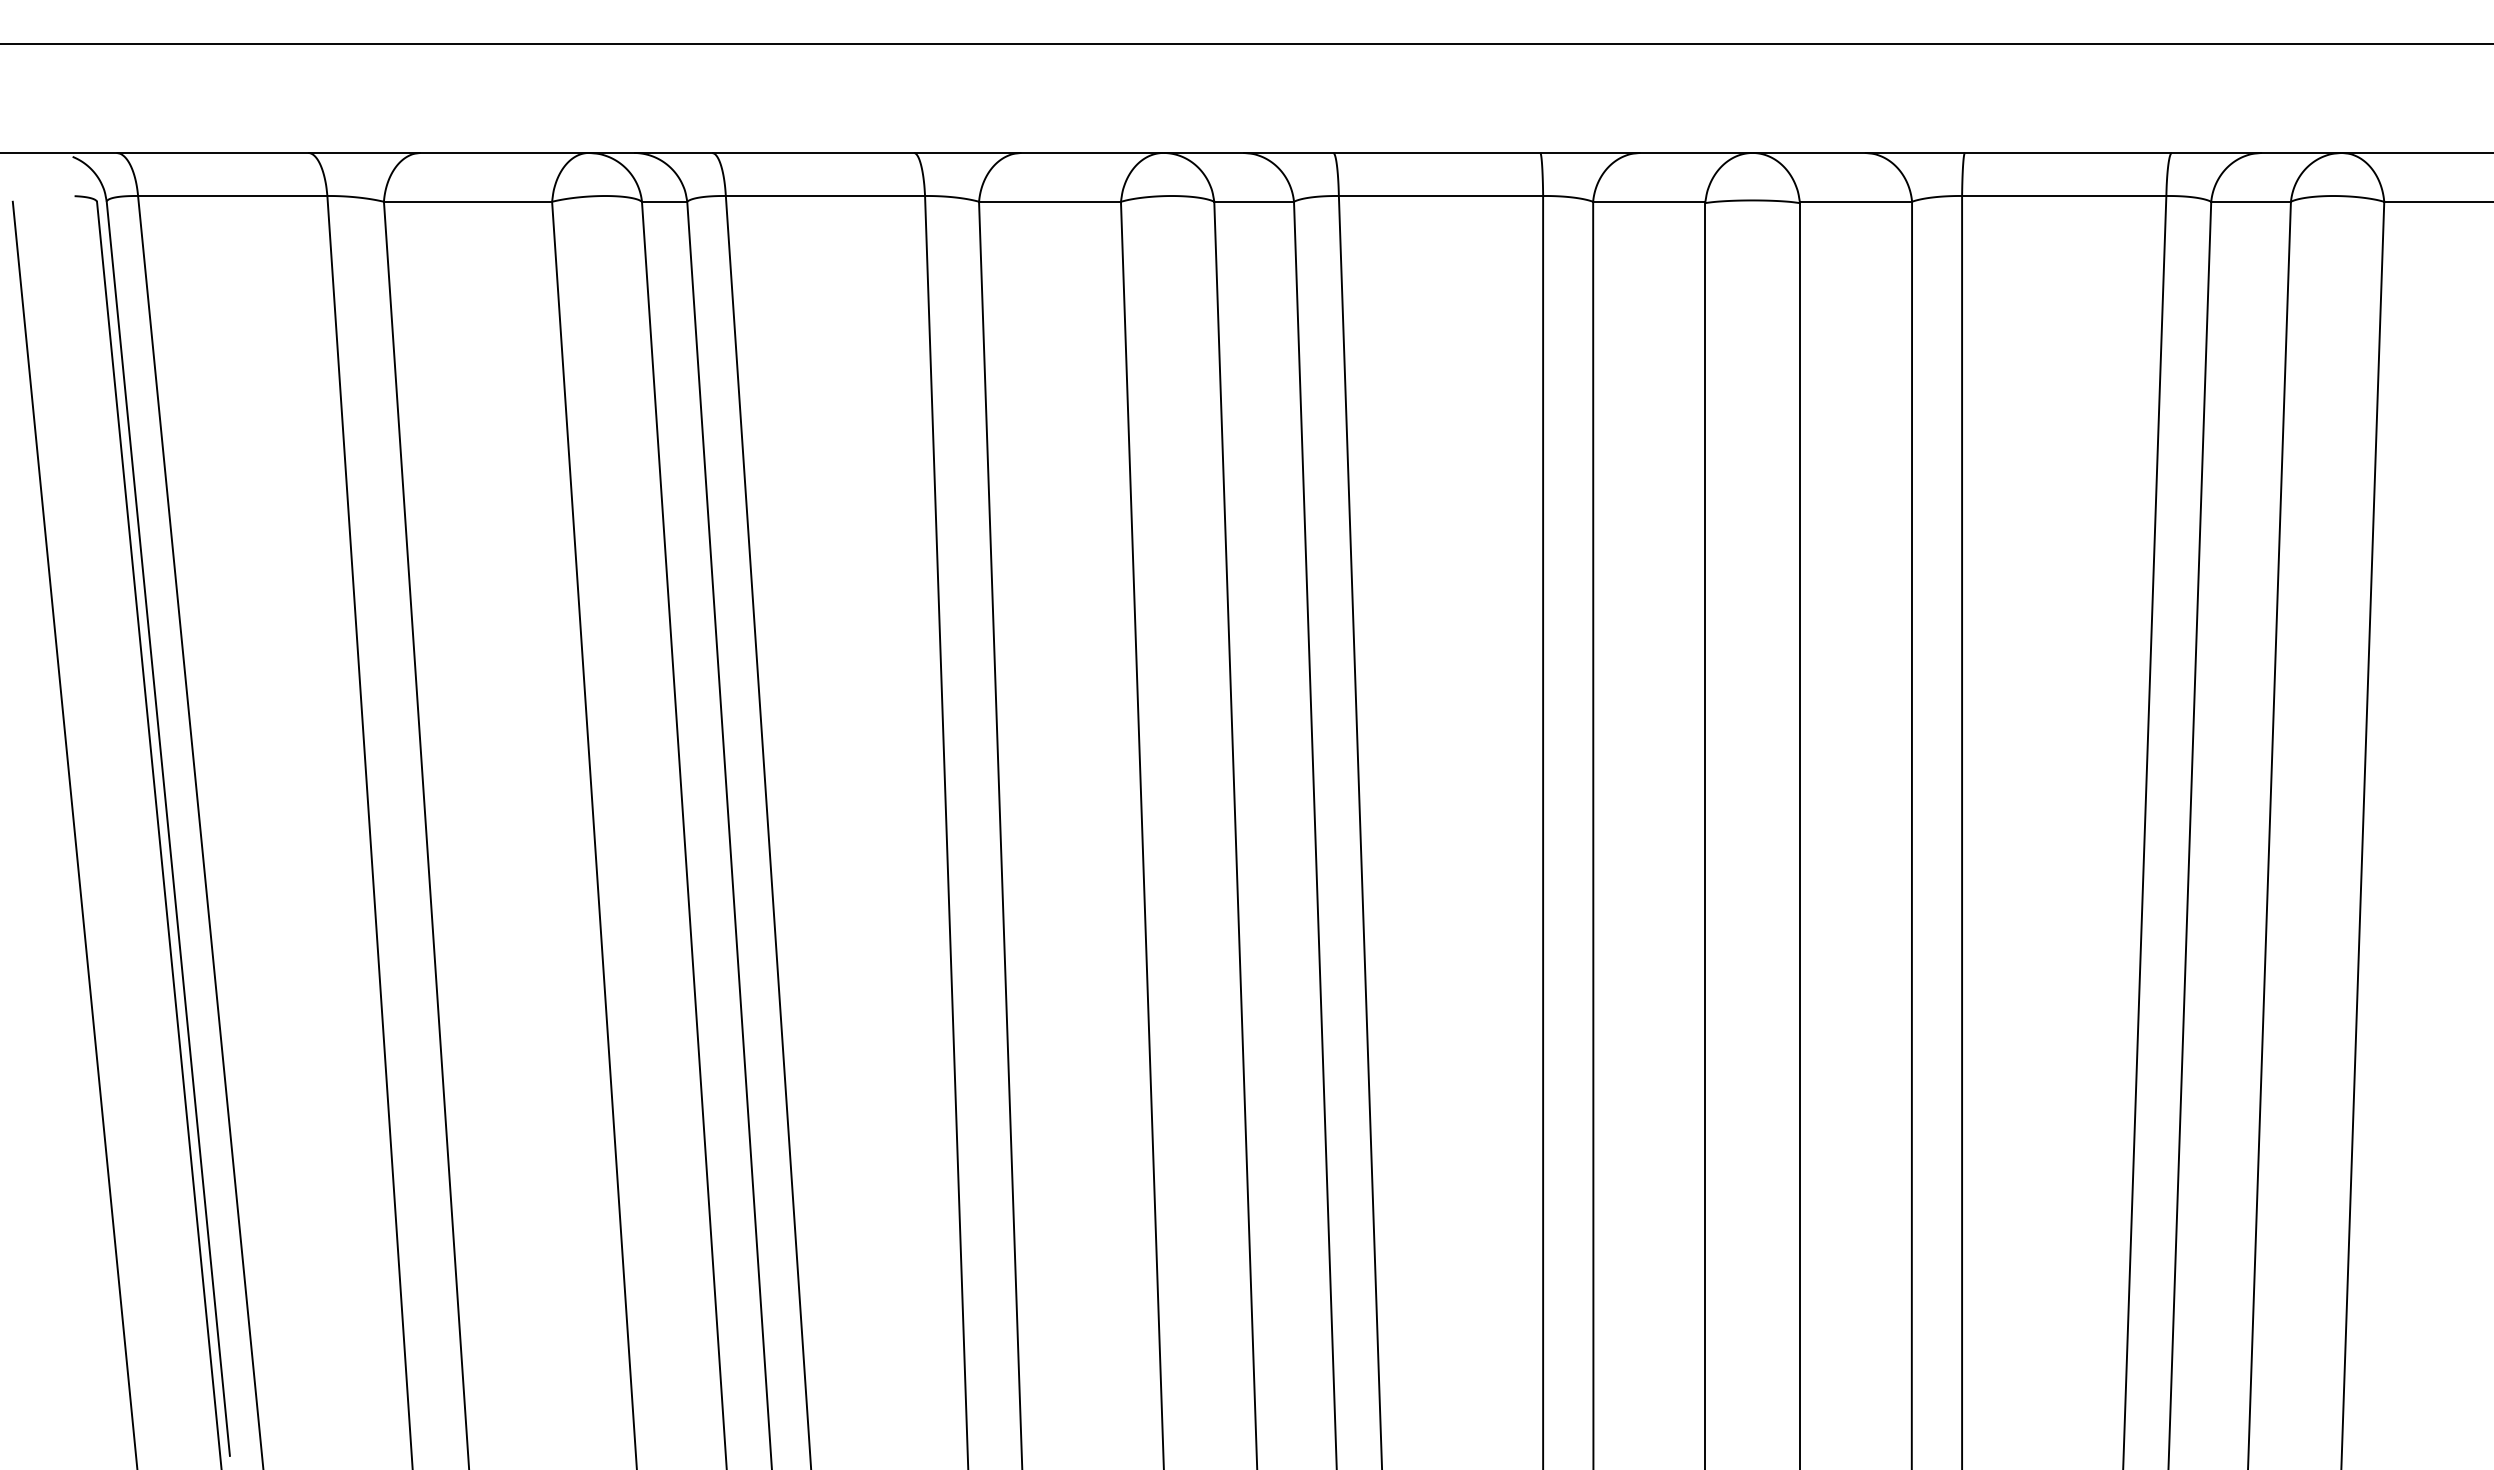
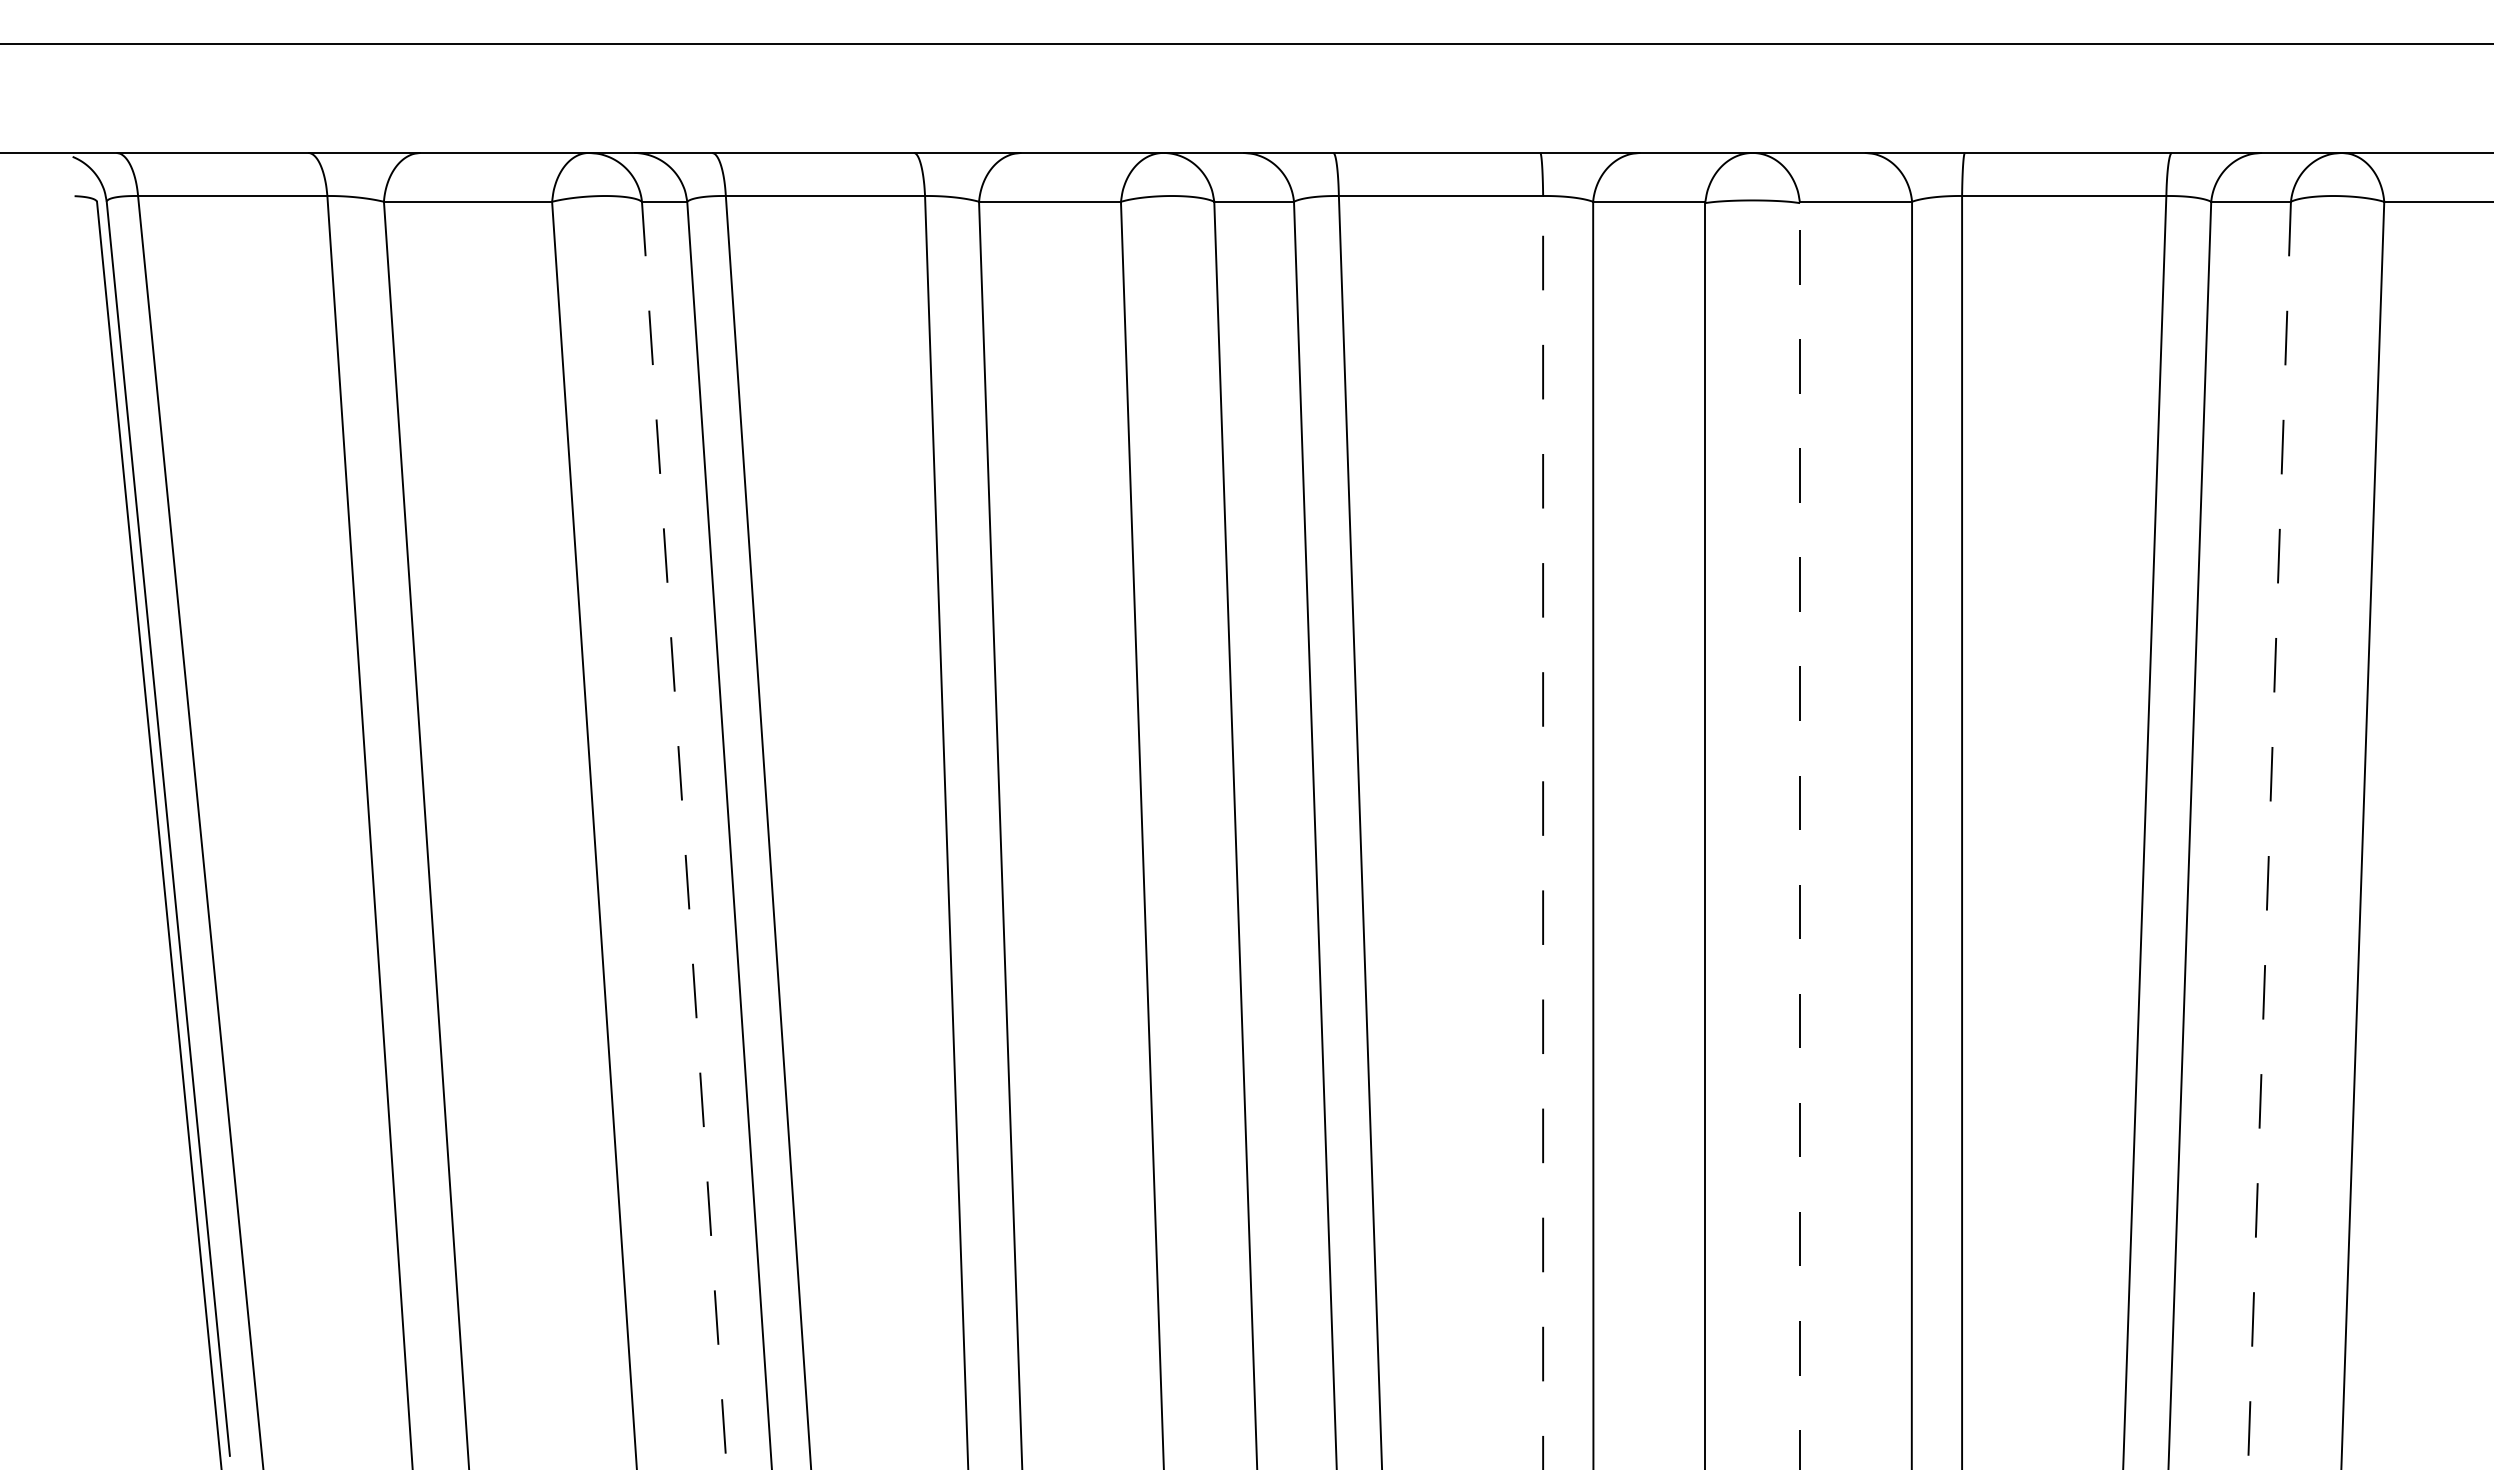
line at (1543, 832): solid -> dashed
line at (74, 833): present -> none
line at (1799, 835): solid -> dashed
line at (684, 836): solid -> dashed
line at (2269, 836): solid -> dashed
